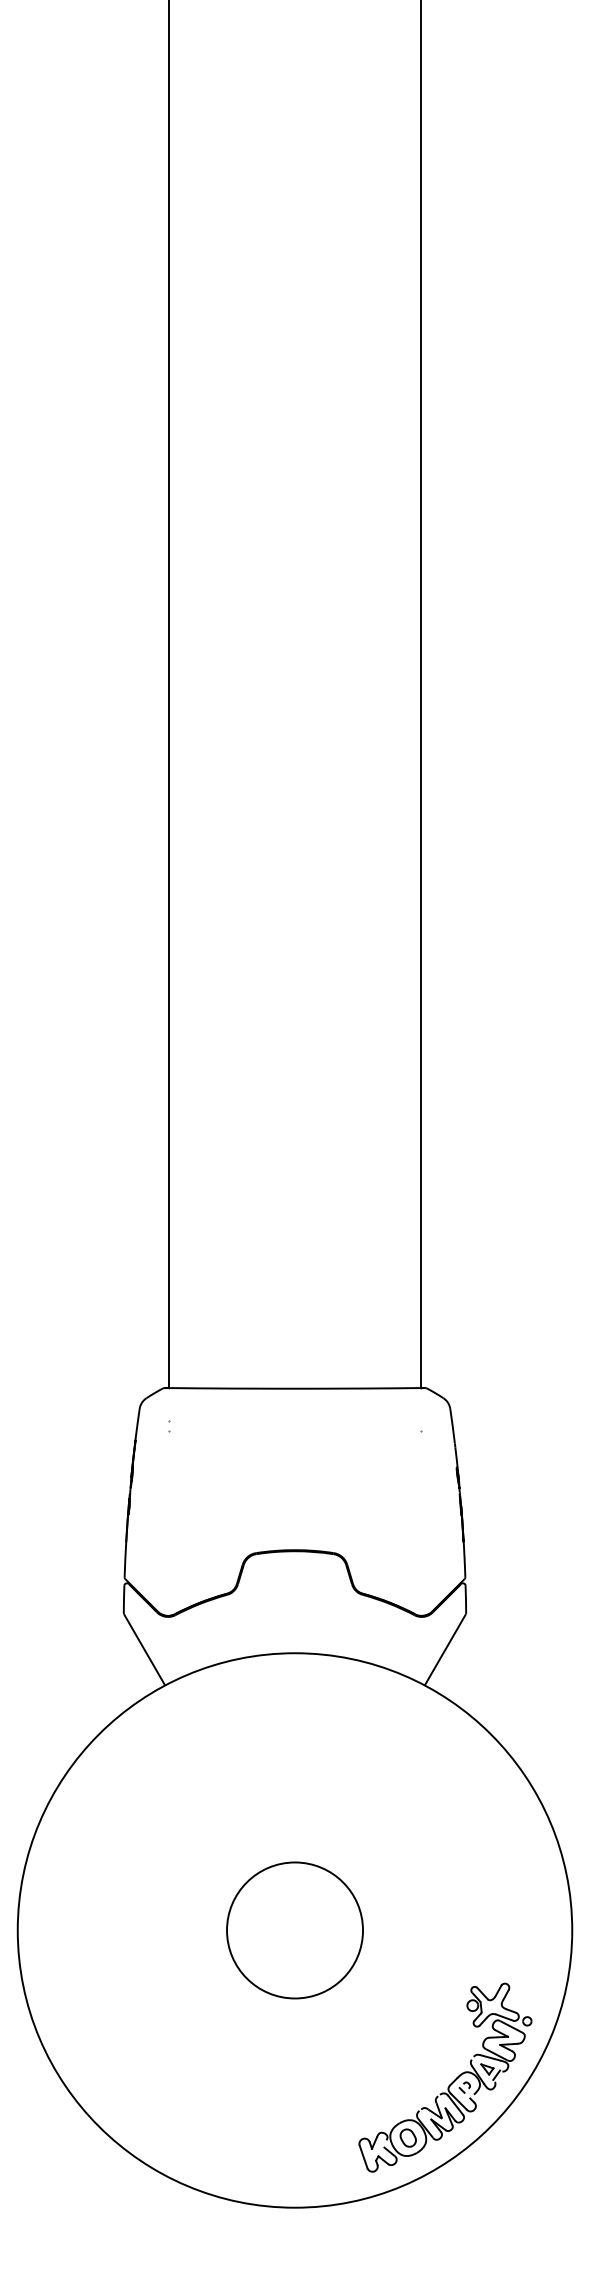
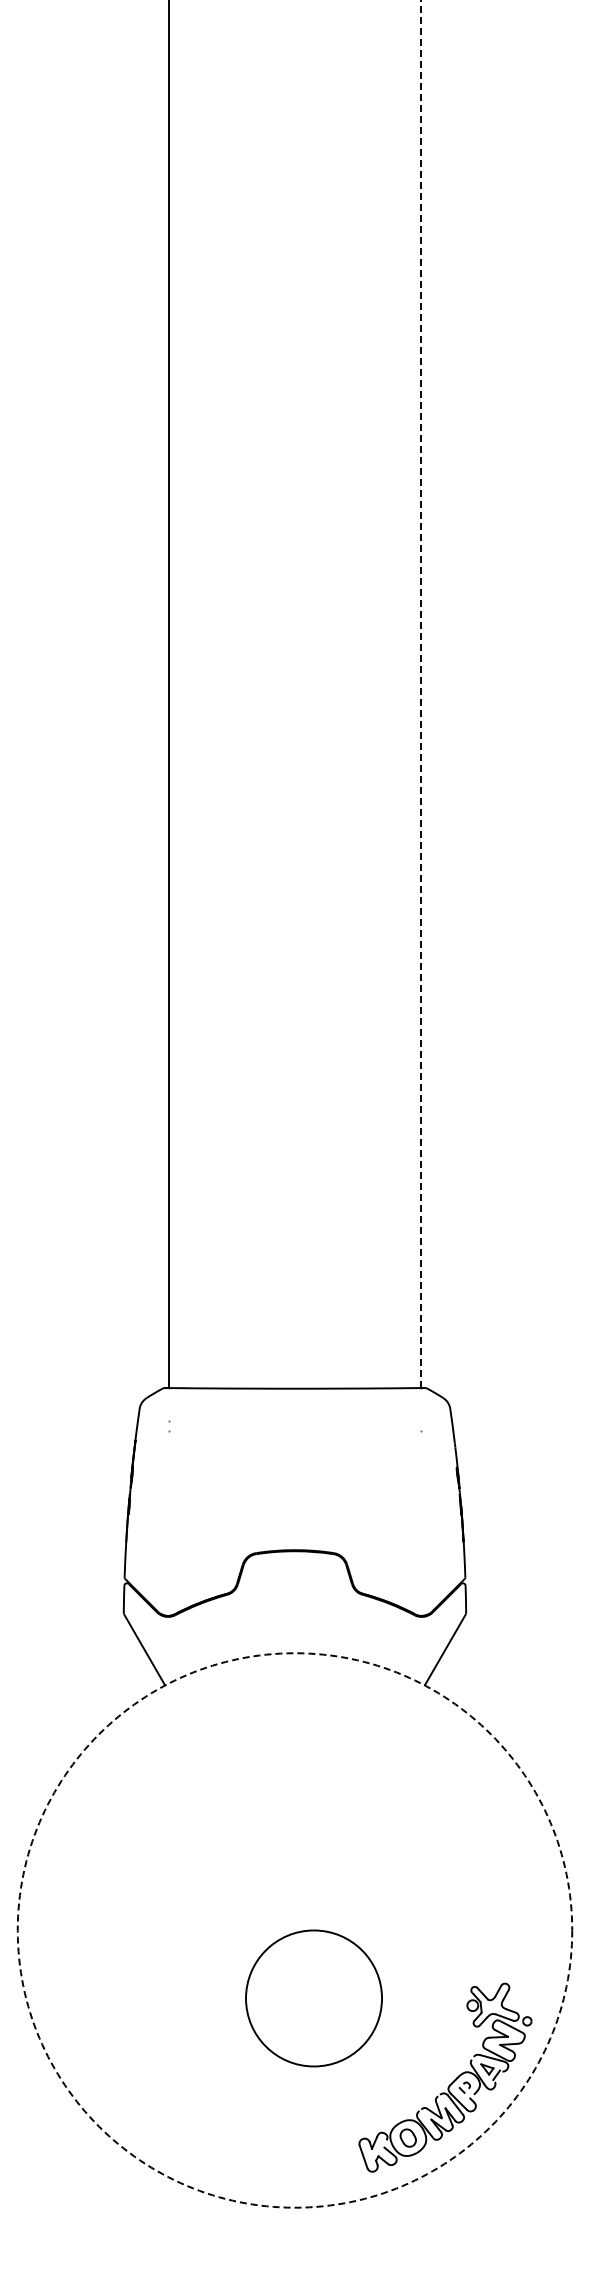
line at (421, 693): solid -> dashed
circle at (294, 1930) position: (294, 1930) -> (313, 1998)
circle at (294, 1930): solid -> dashed
